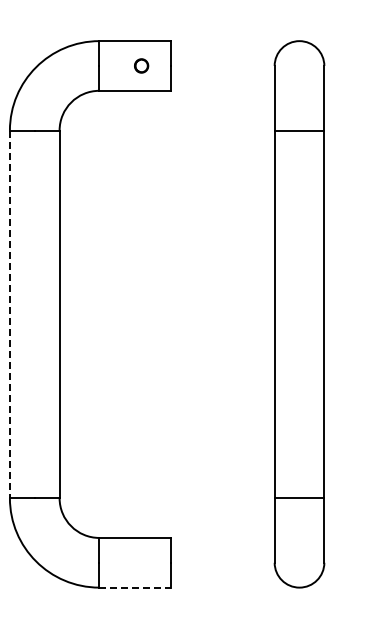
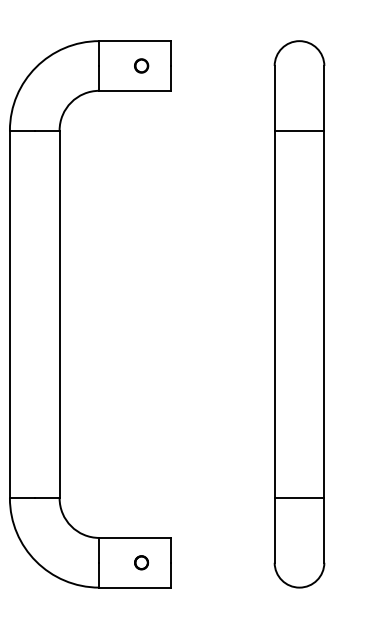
line at (9, 314): dashed -> solid
part at (141, 562): none -> present
line at (135, 587): dashed -> solid
